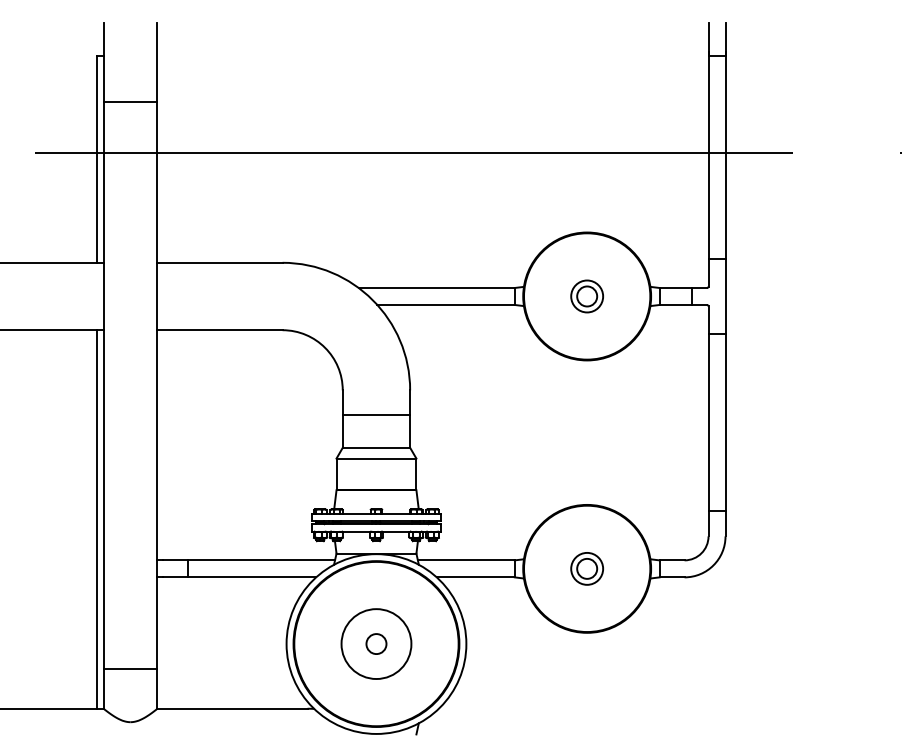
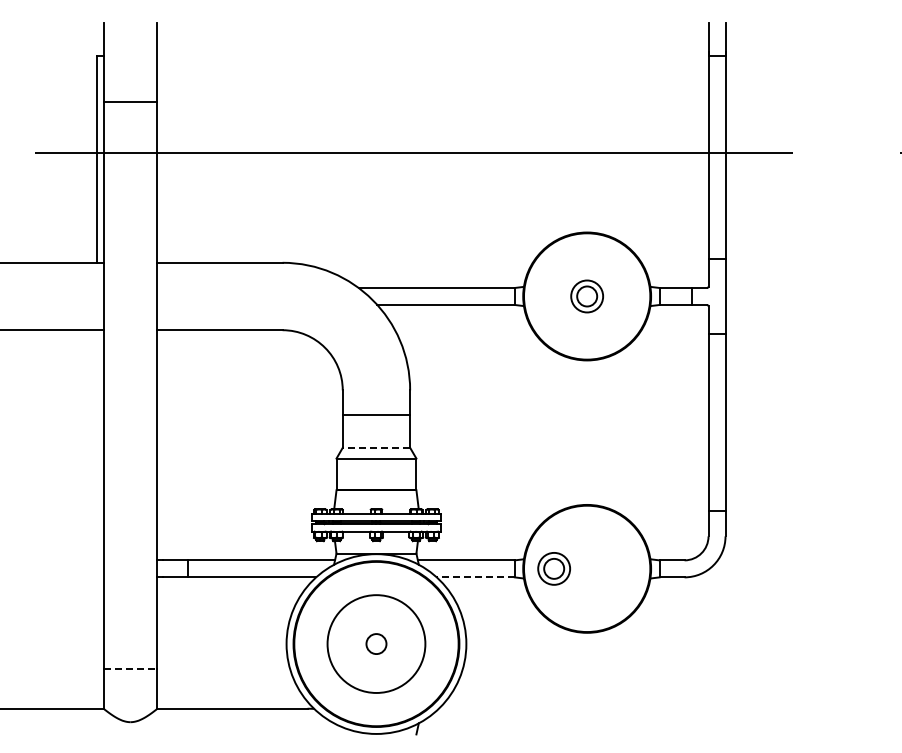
line at (376, 447): solid -> dashed
line at (97, 519): present -> none
part at (586, 568) position: (586, 568) -> (553, 568)
line at (475, 577): solid -> dashed
circle at (376, 644) diameter: 70 px -> 98 px
line at (130, 668): solid -> dashed
